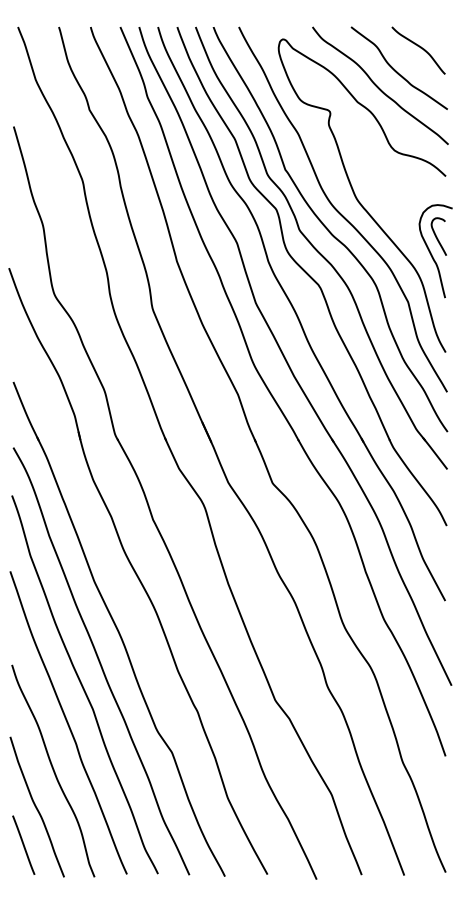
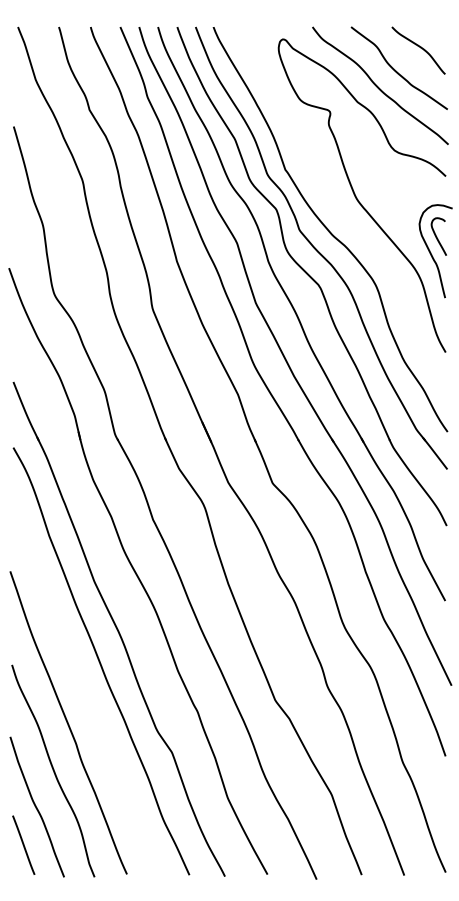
curve at (339, 211): present -> none
curve at (83, 685): present -> none
